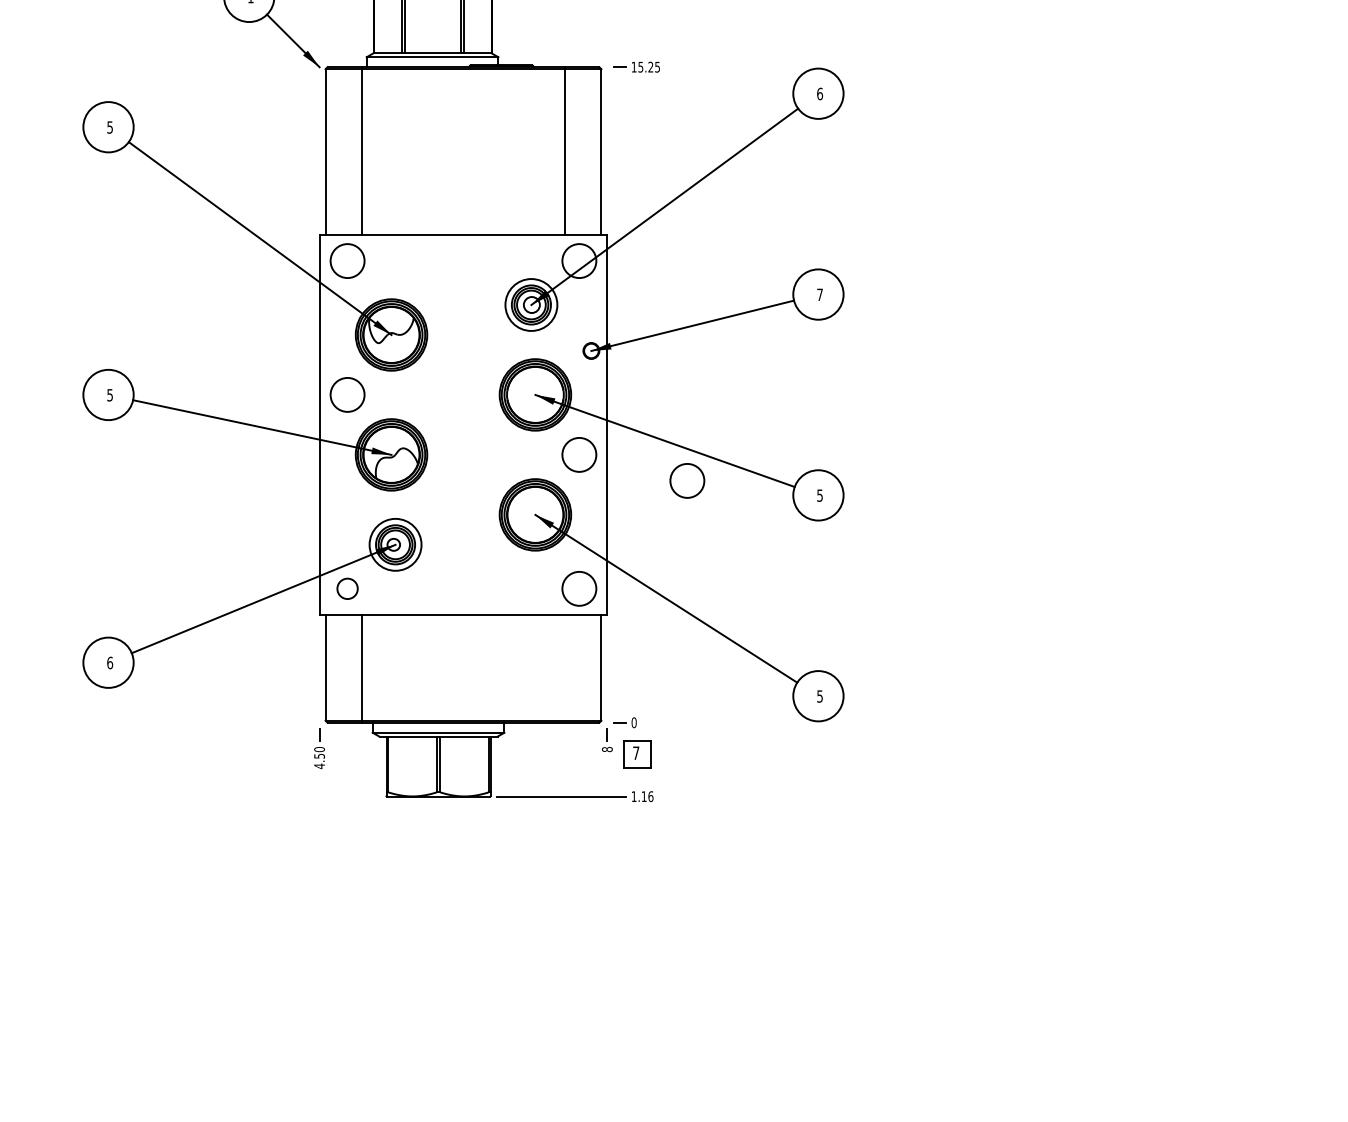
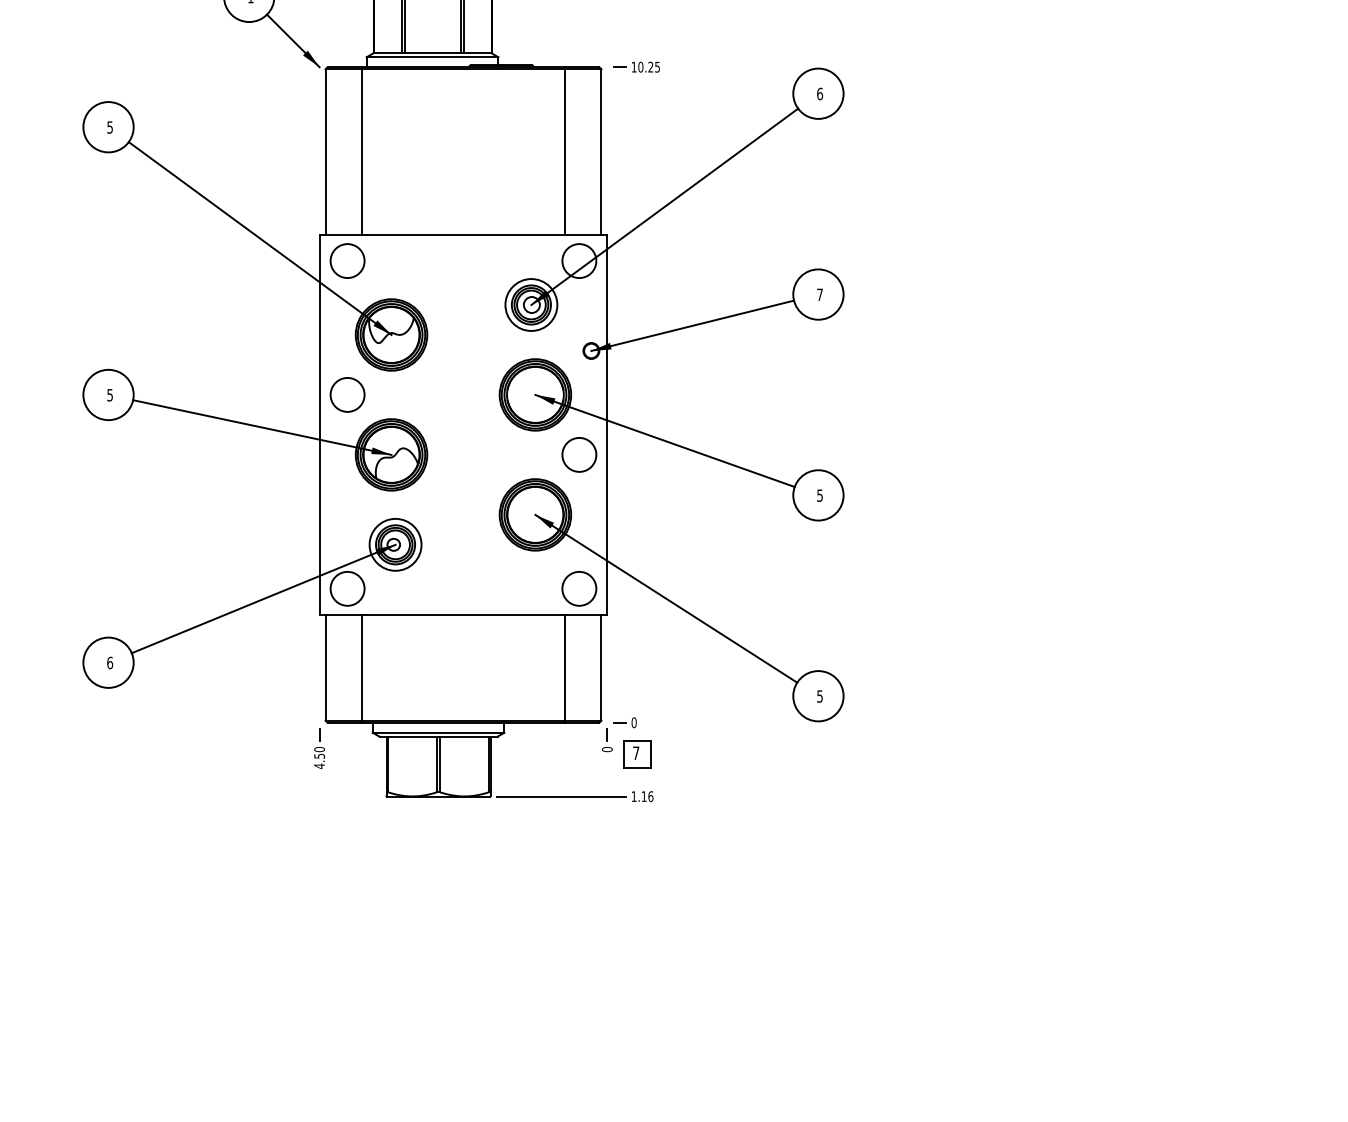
text at (640, 66): 15.25 -> 10.25
circle at (687, 480): present -> none
circle at (347, 588) diameter: 20 px -> 34 px
line at (565, 668): none -> present
text at (607, 749): 8 -> 0
